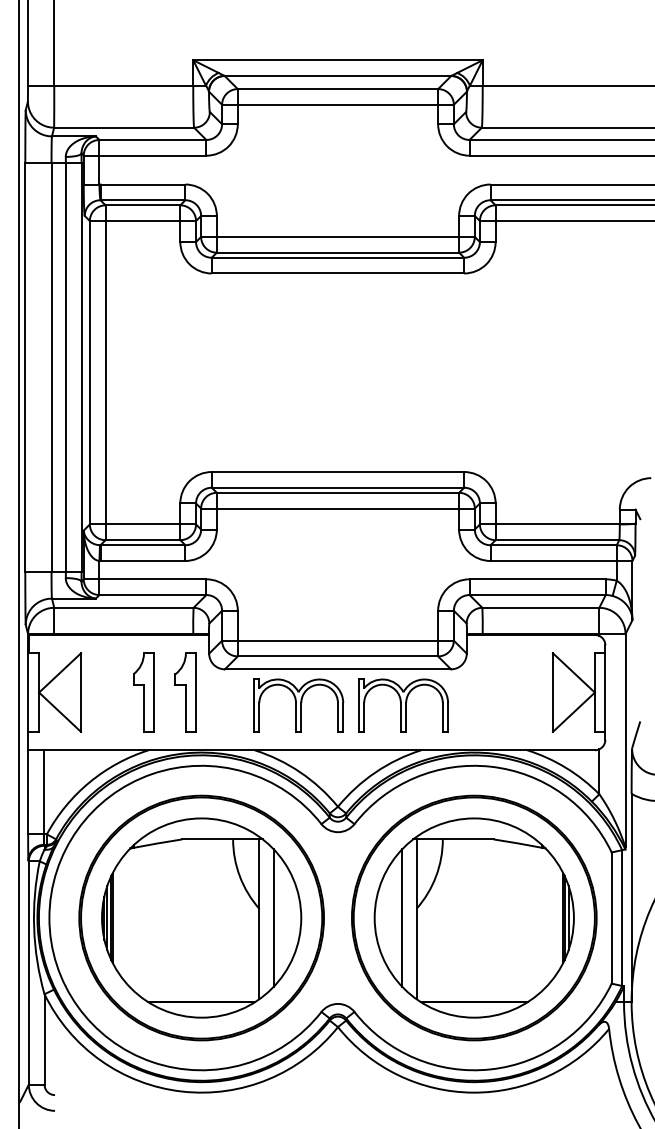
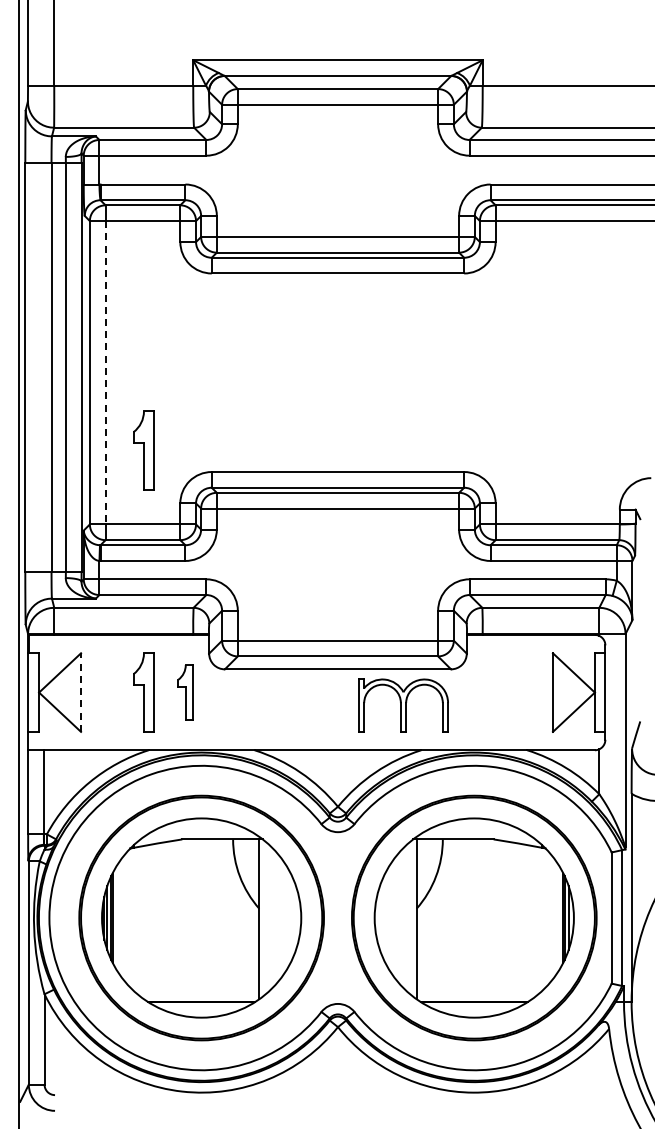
line at (105, 372): solid -> dashed
part at (143, 450): none -> present
line at (81, 692): solid -> dashed
part at (185, 692) size: 23x81 px -> 17x57 px
part at (298, 705): present -> none
line at (273, 918): present -> none
line at (402, 918): present -> none
